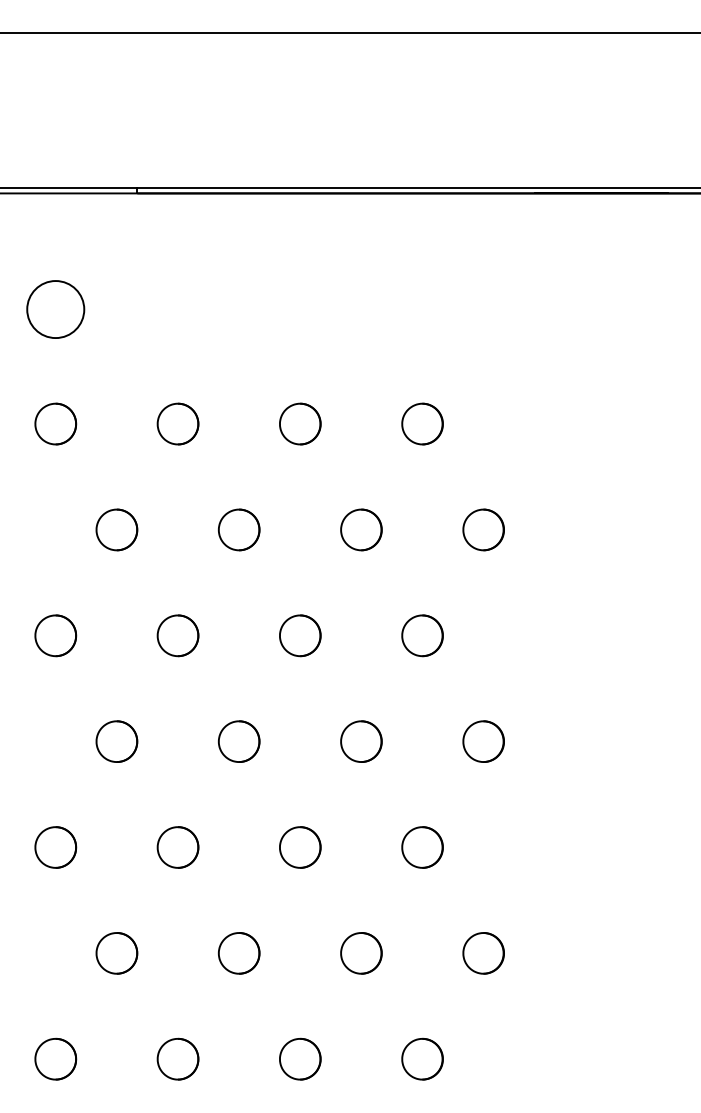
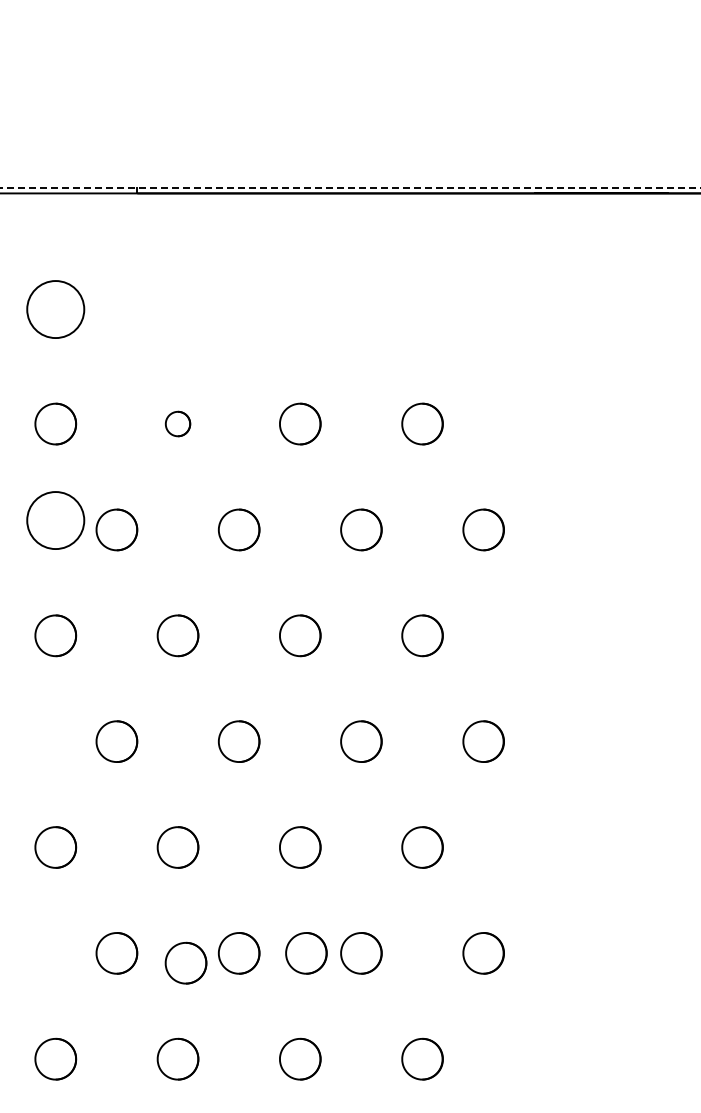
line at (349, 33): present -> none
line at (350, 188): solid -> dashed
part at (177, 423) size: 44x44 px -> 28x28 px
circle at (55, 520): none -> present
part at (306, 953): none -> present
part at (185, 962): none -> present
